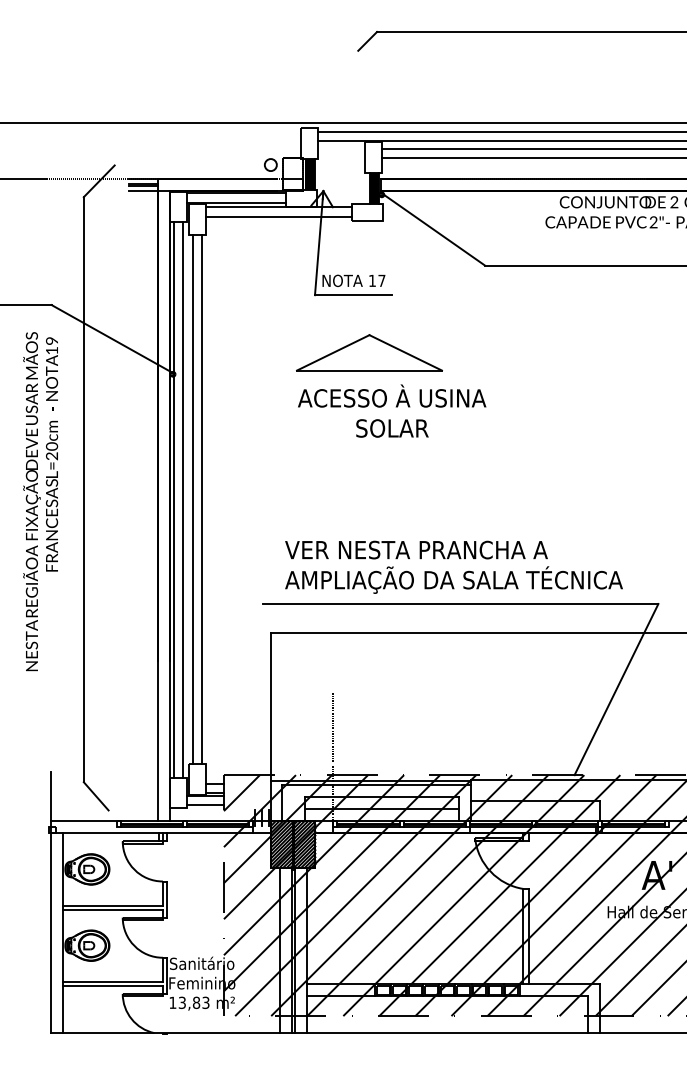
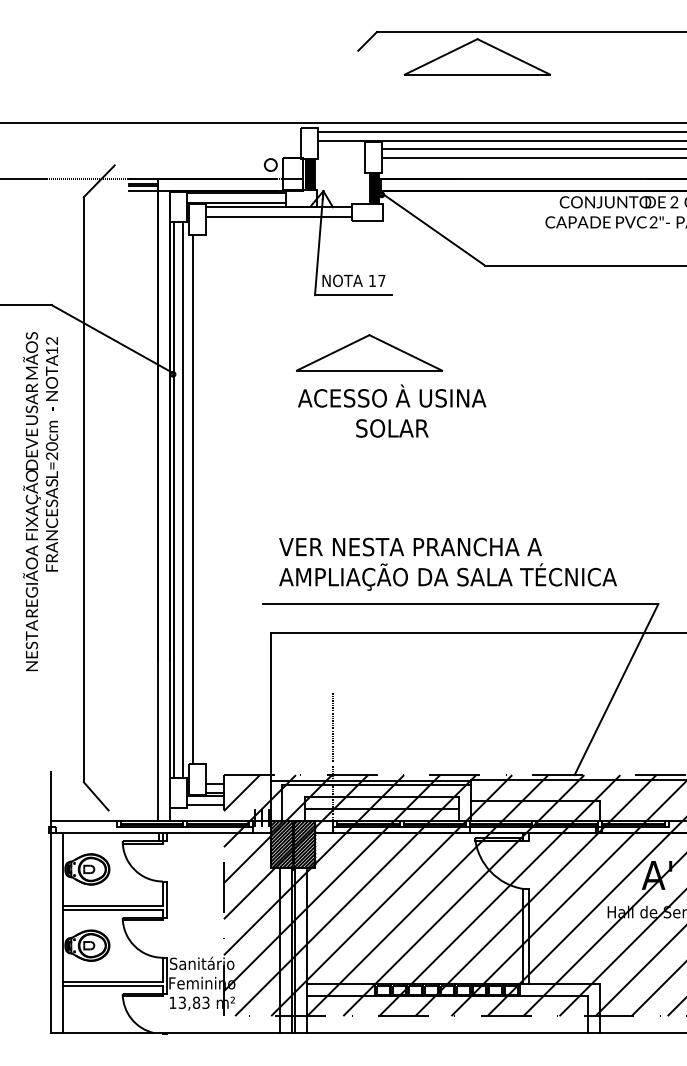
part at (477, 56): none -> present
text at (52, 341): 19 -> 12
line at (202, 499): present -> none
text at (453, 566) position: (453, 566) -> (447, 563)
